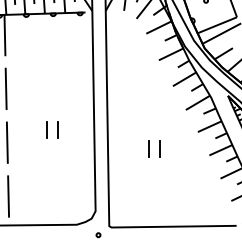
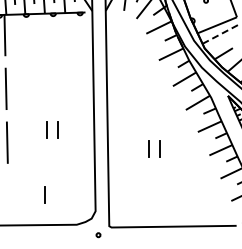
line at (221, 33): solid -> dashed
line at (44, 194): none -> present
line at (8, 196): present -> none
